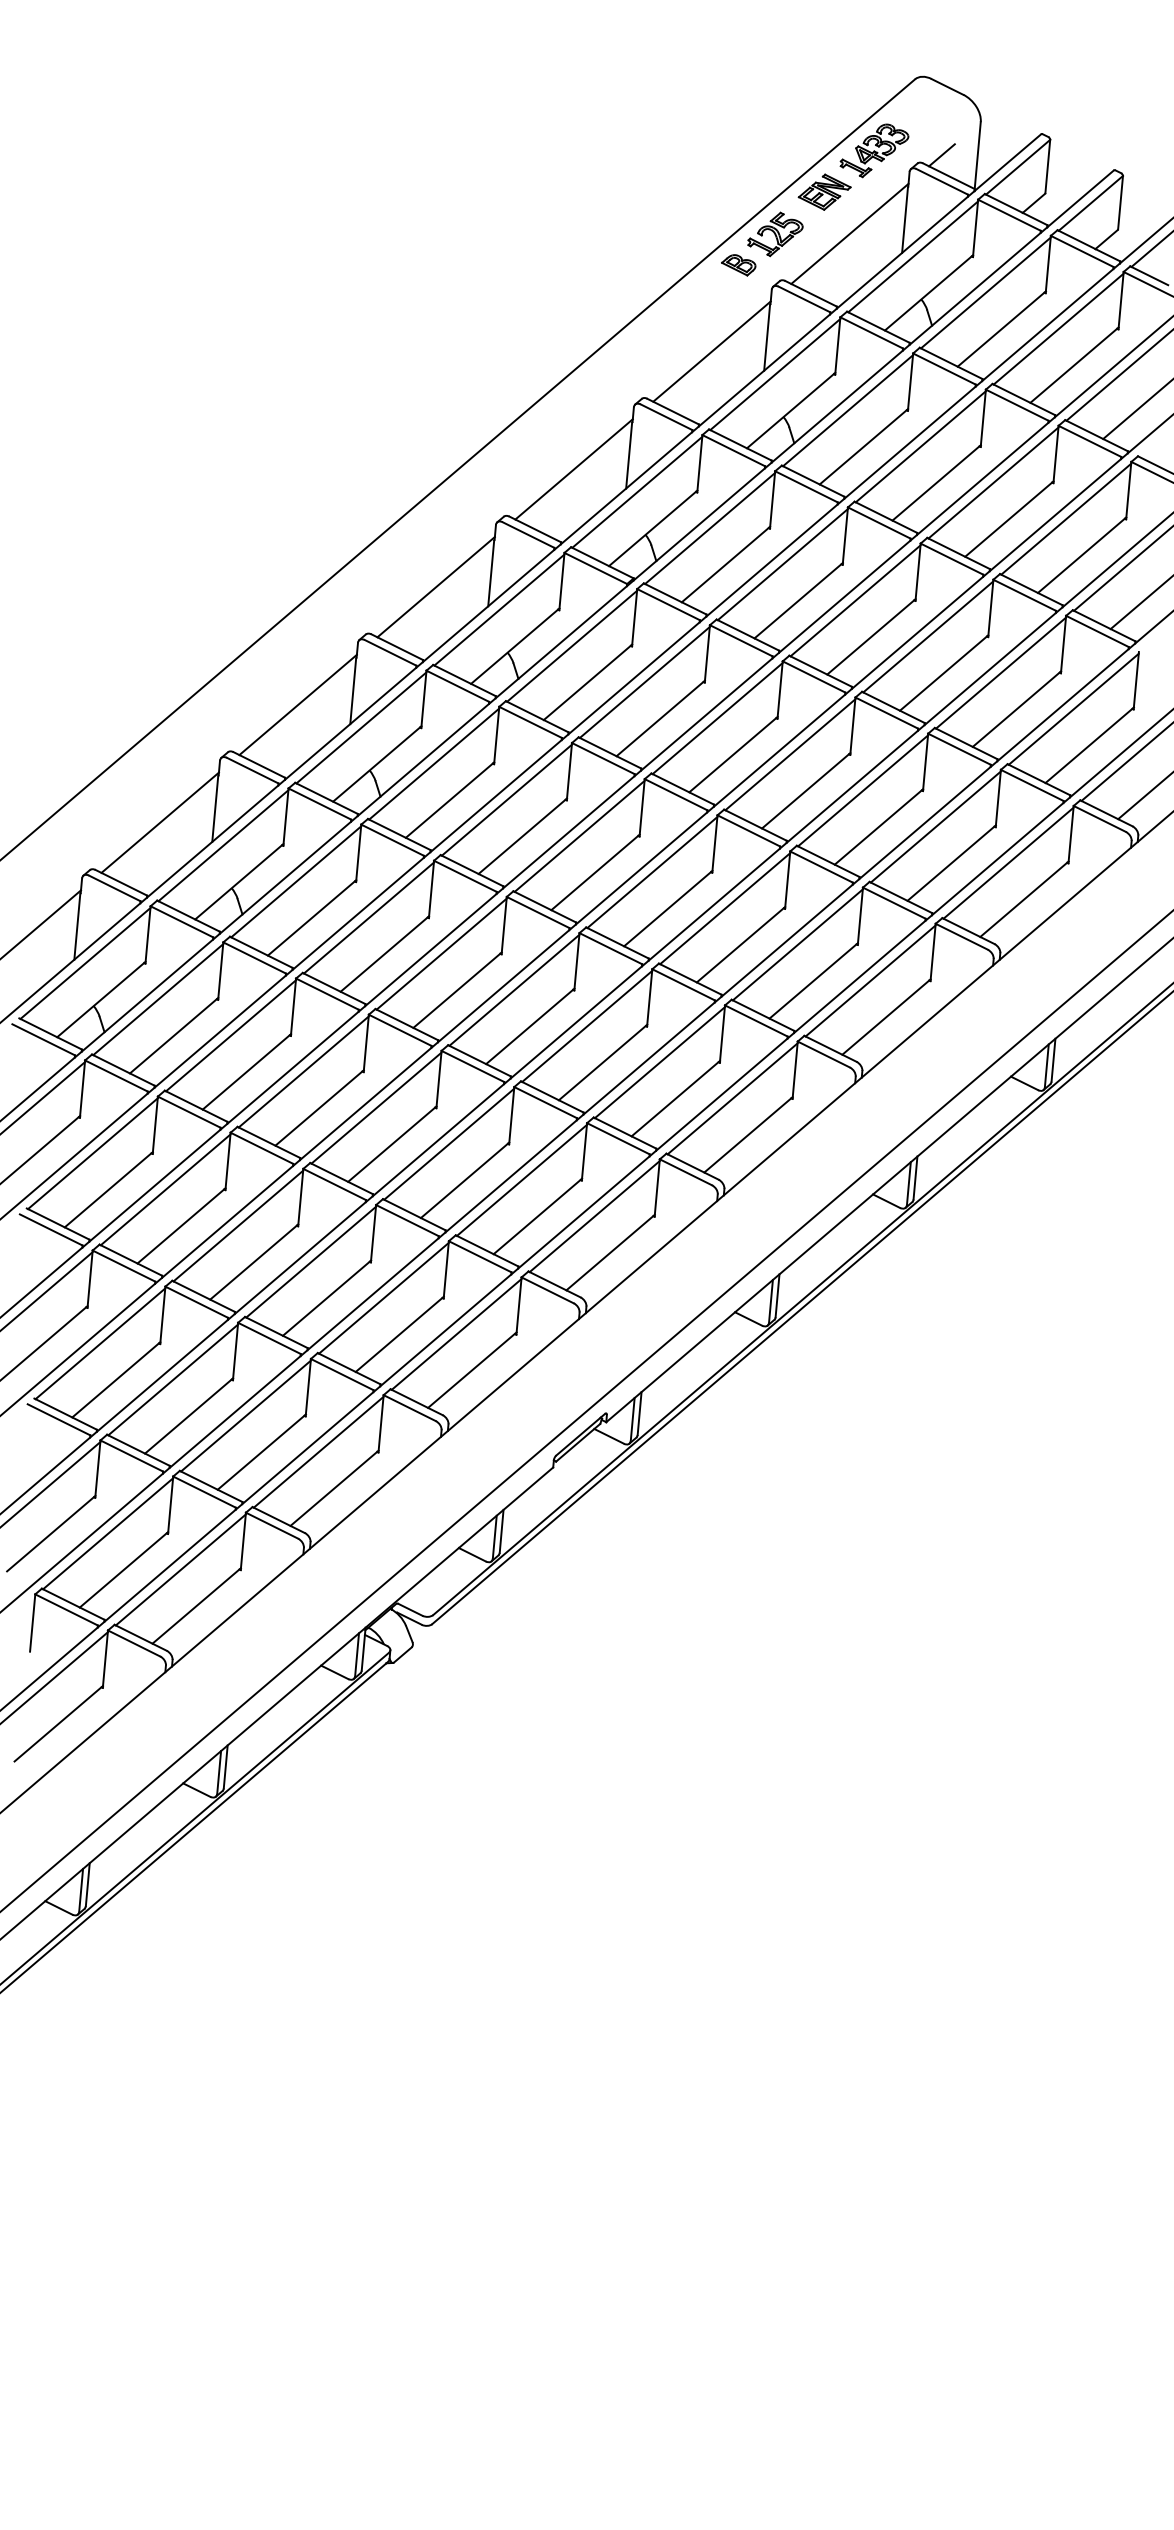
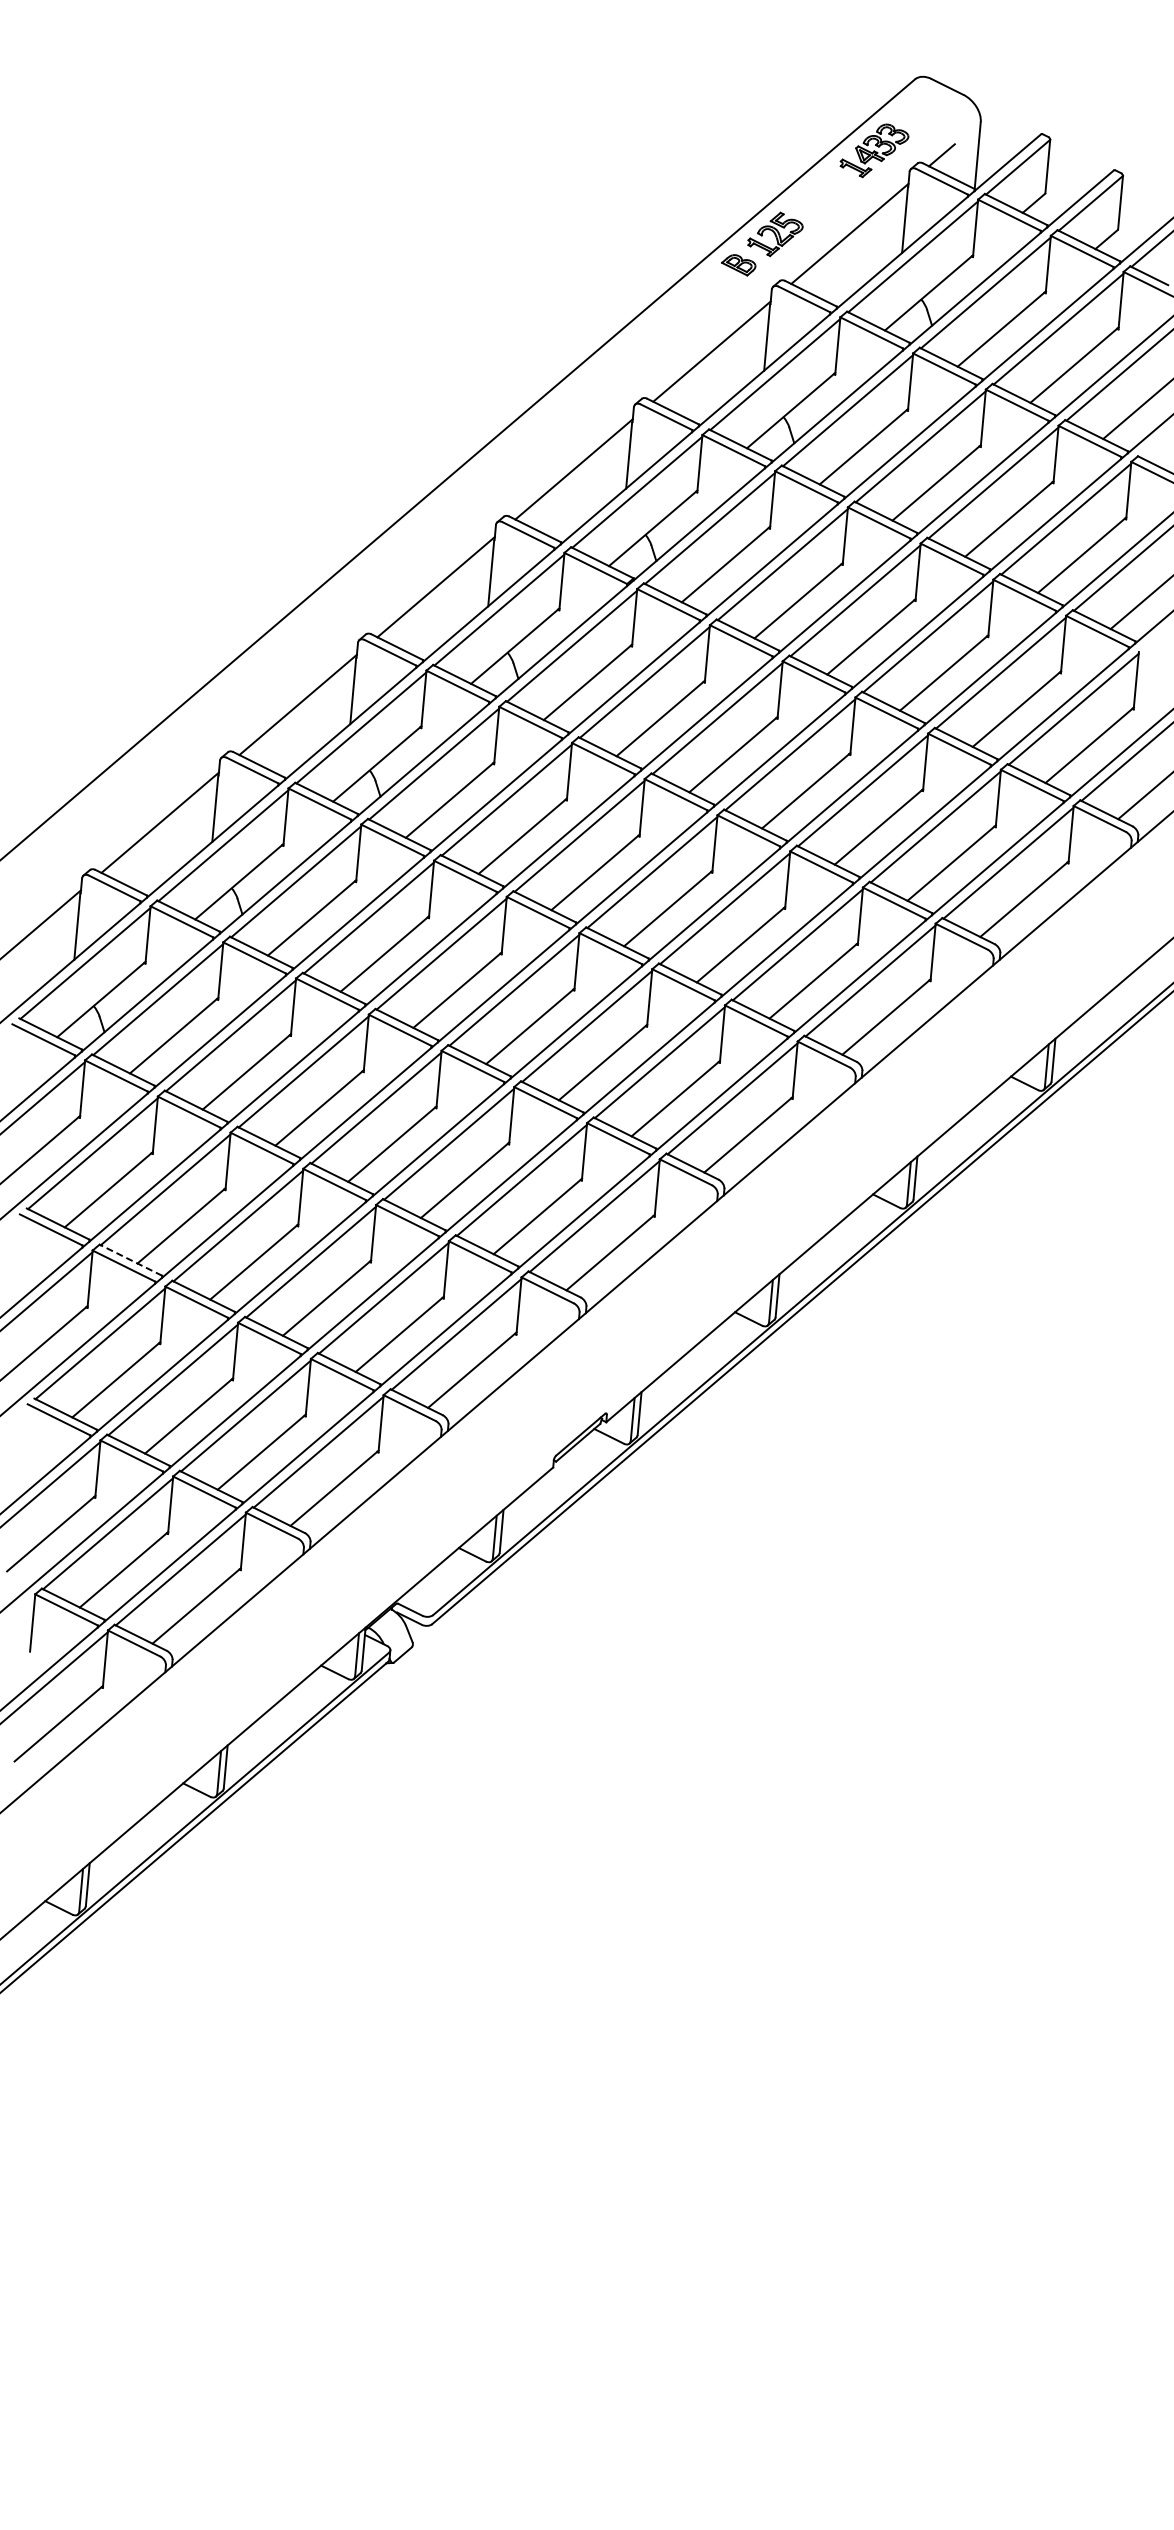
part at (824, 191): present -> none
line at (130, 1260): solid -> dashed
line at (586, 1411): present -> none
